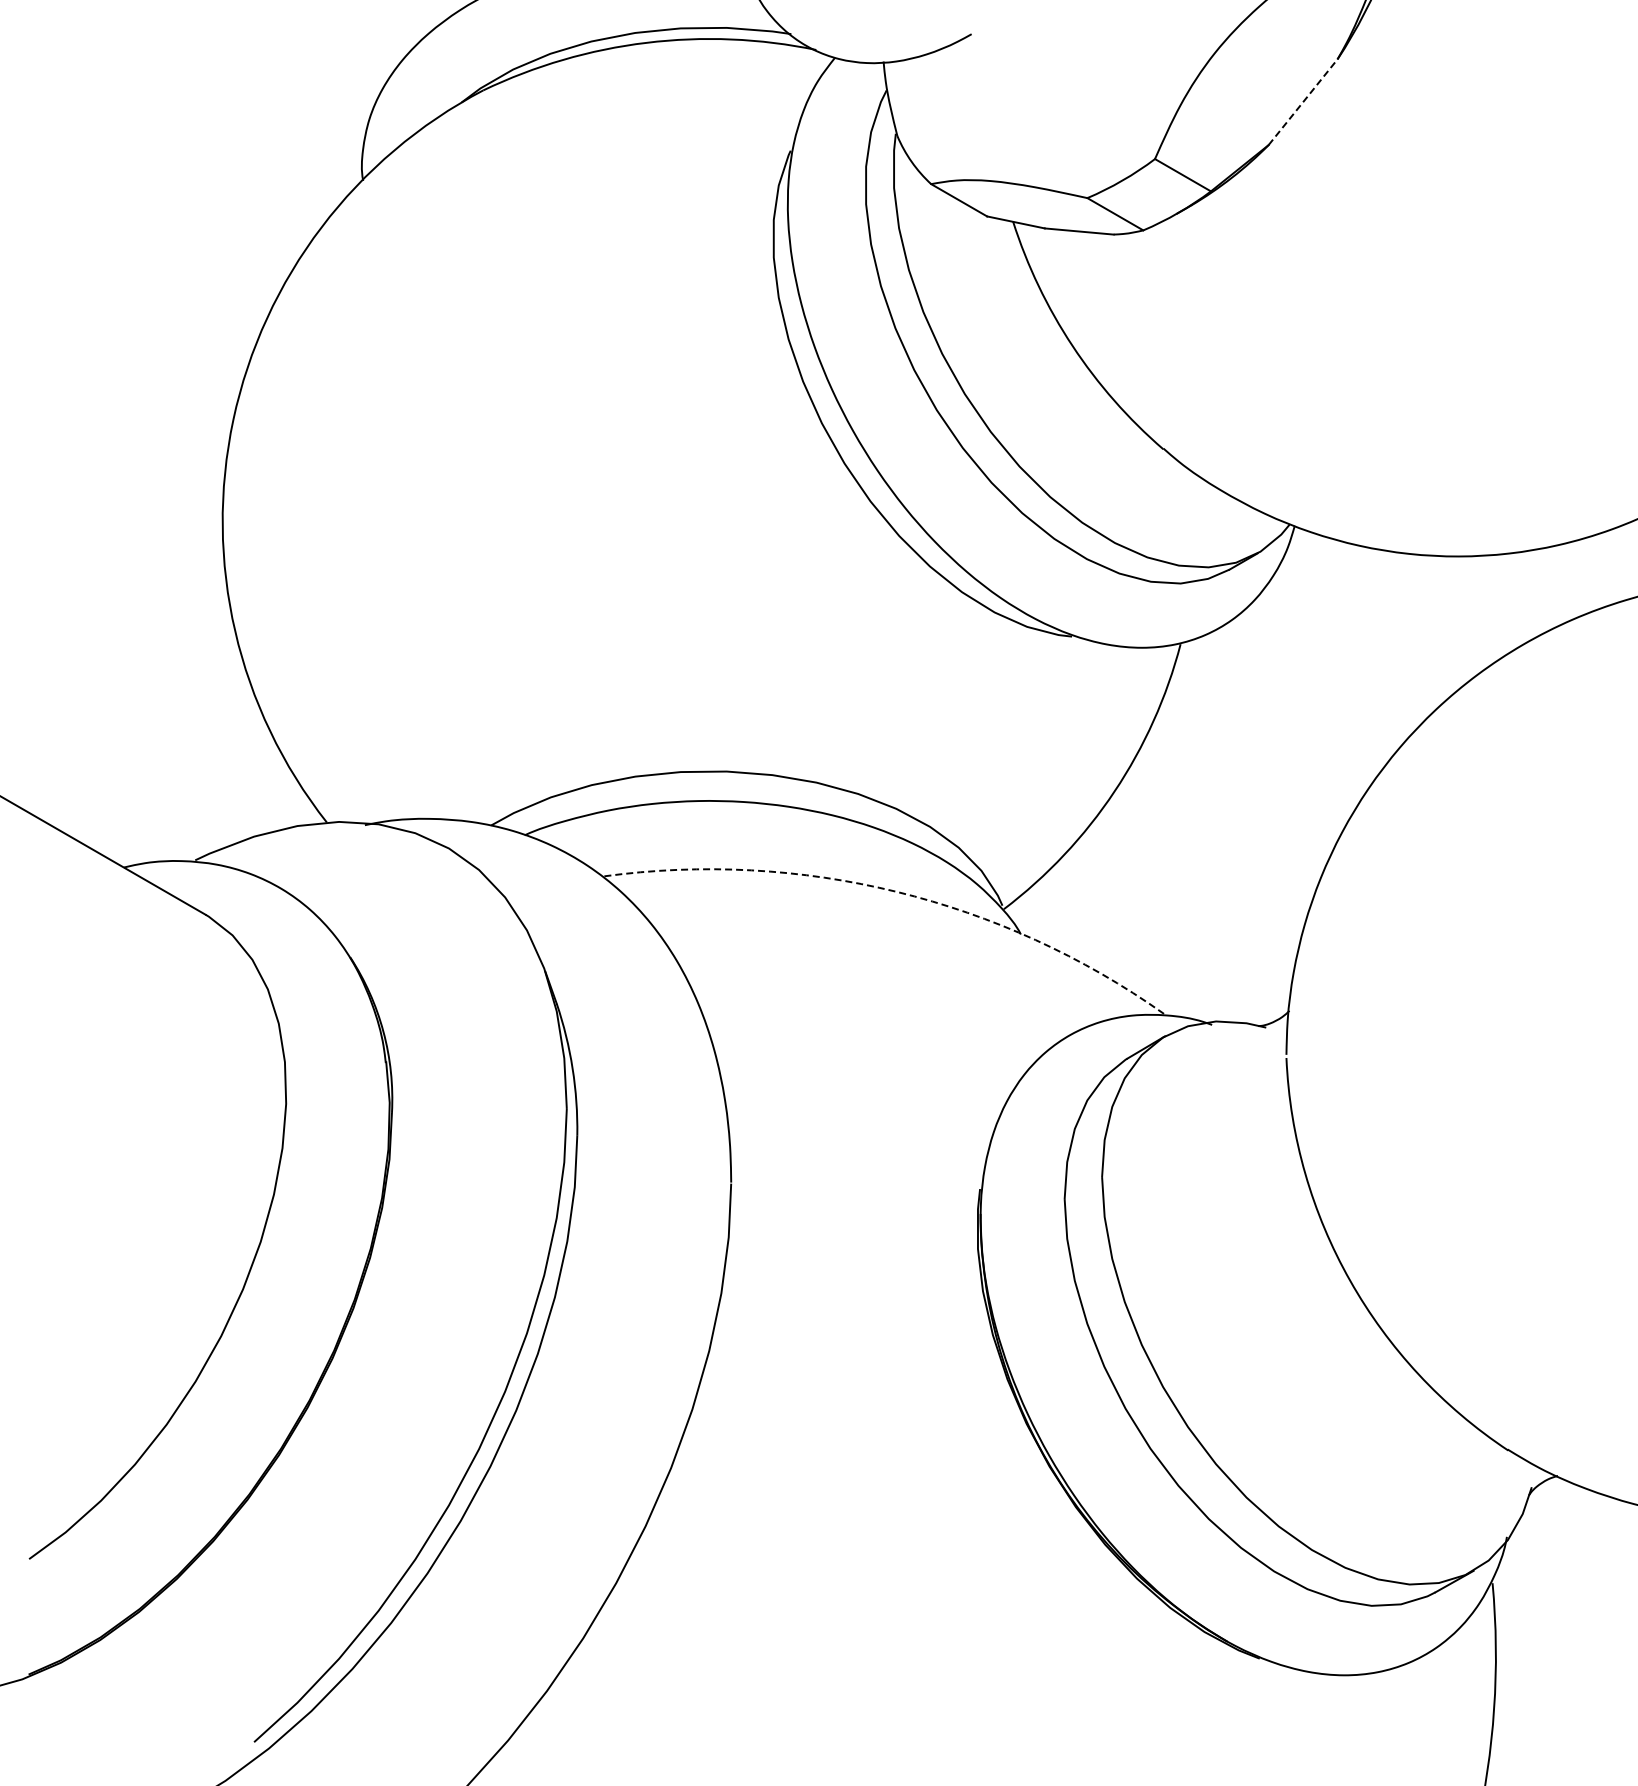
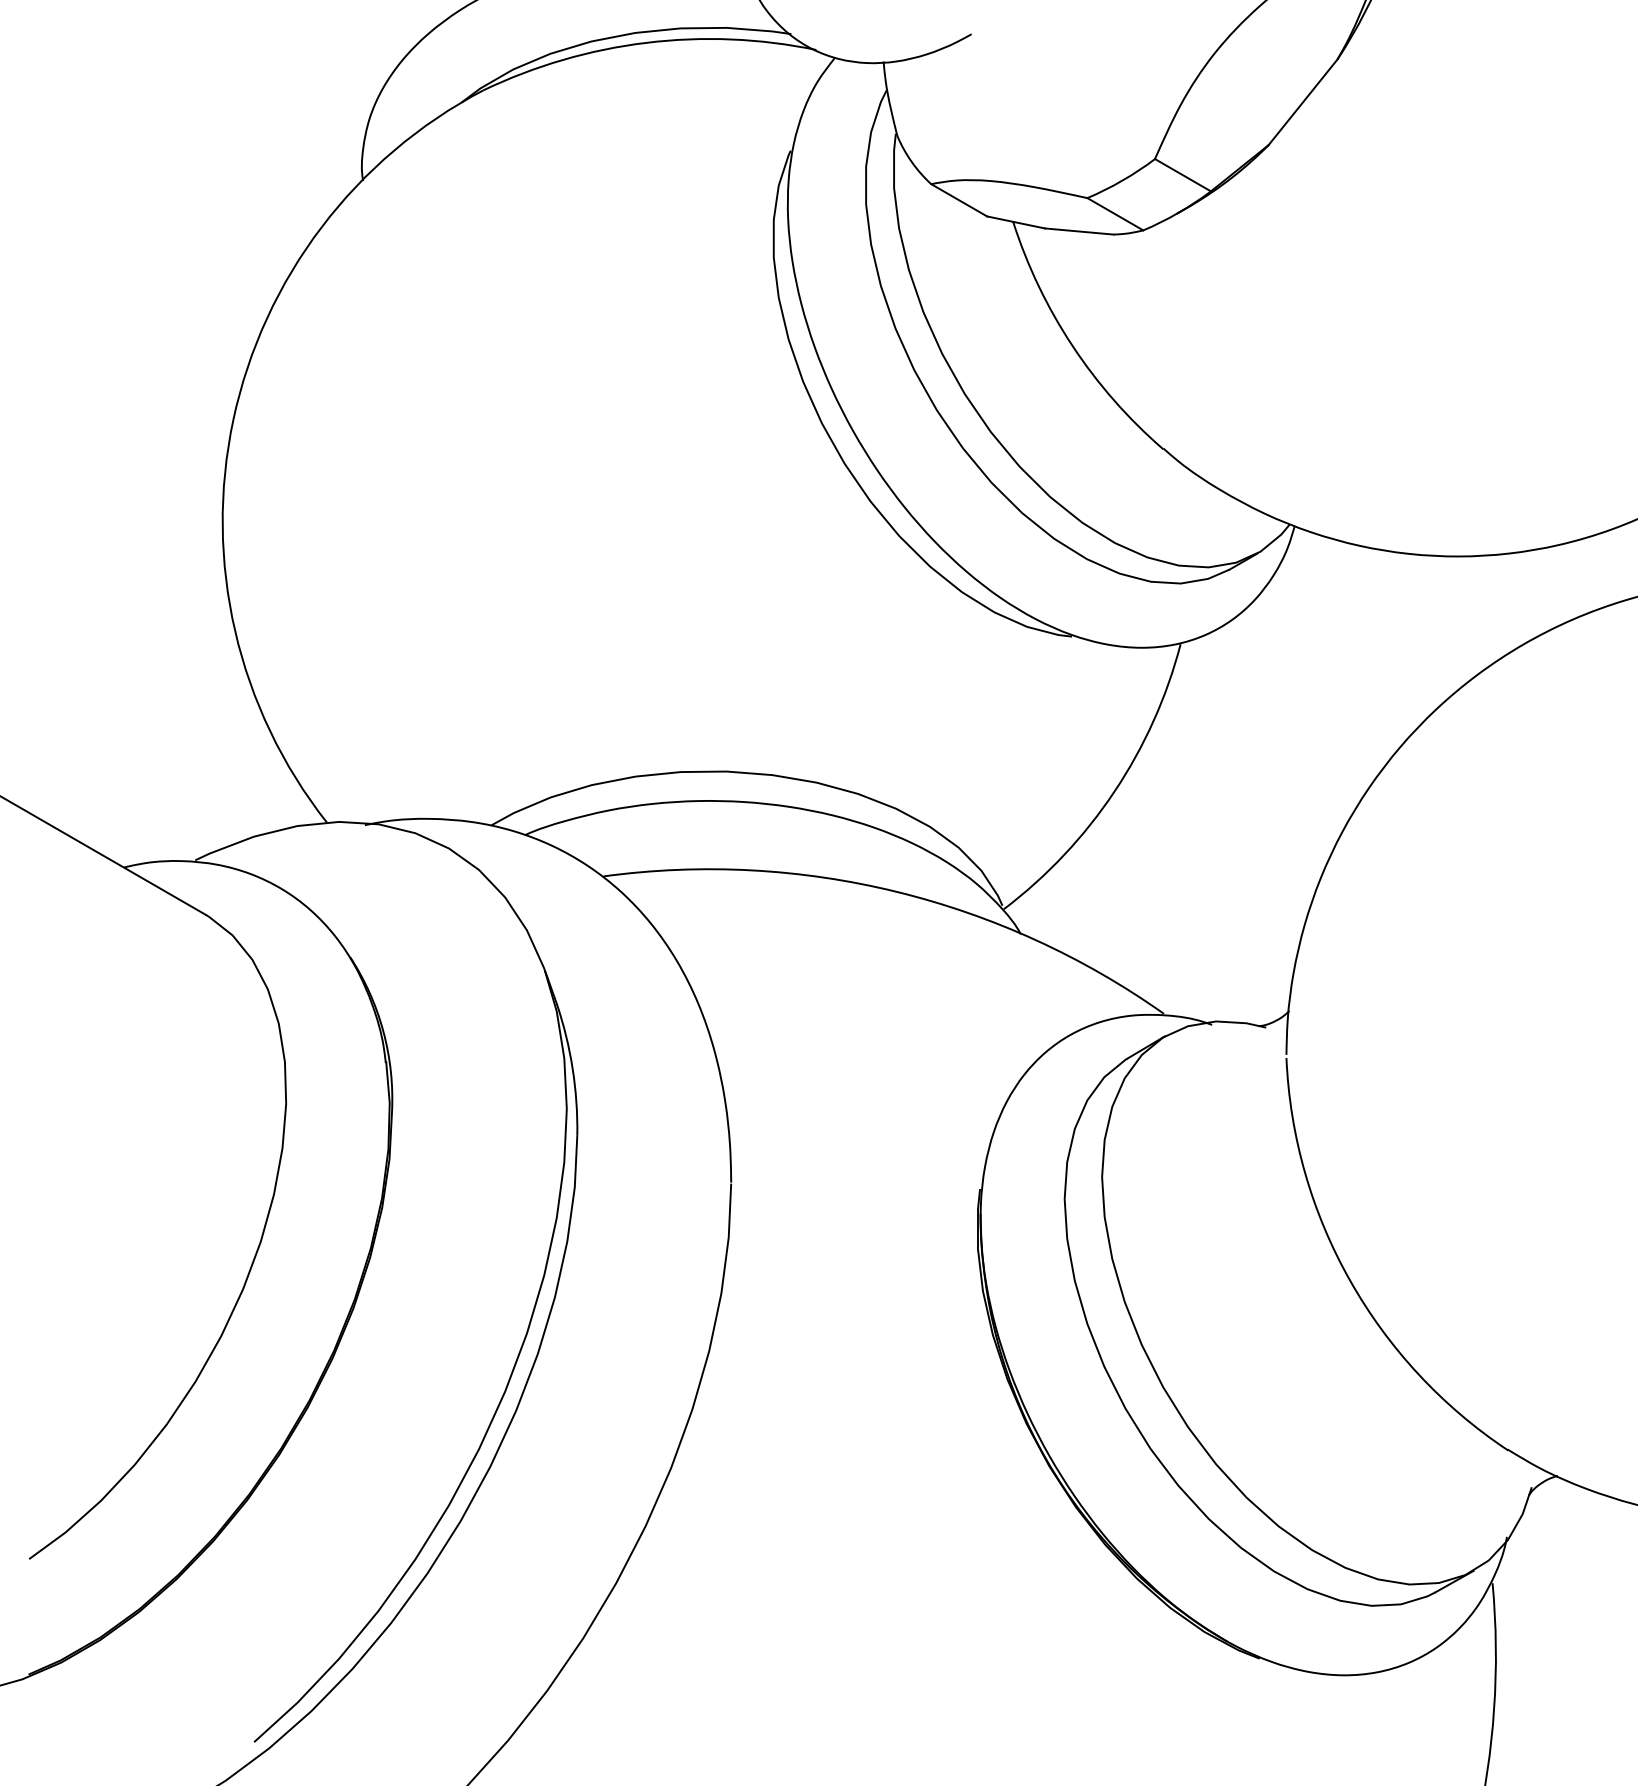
line at (1303, 102): dashed -> solid
arc at (896, 891): dashed -> solid
